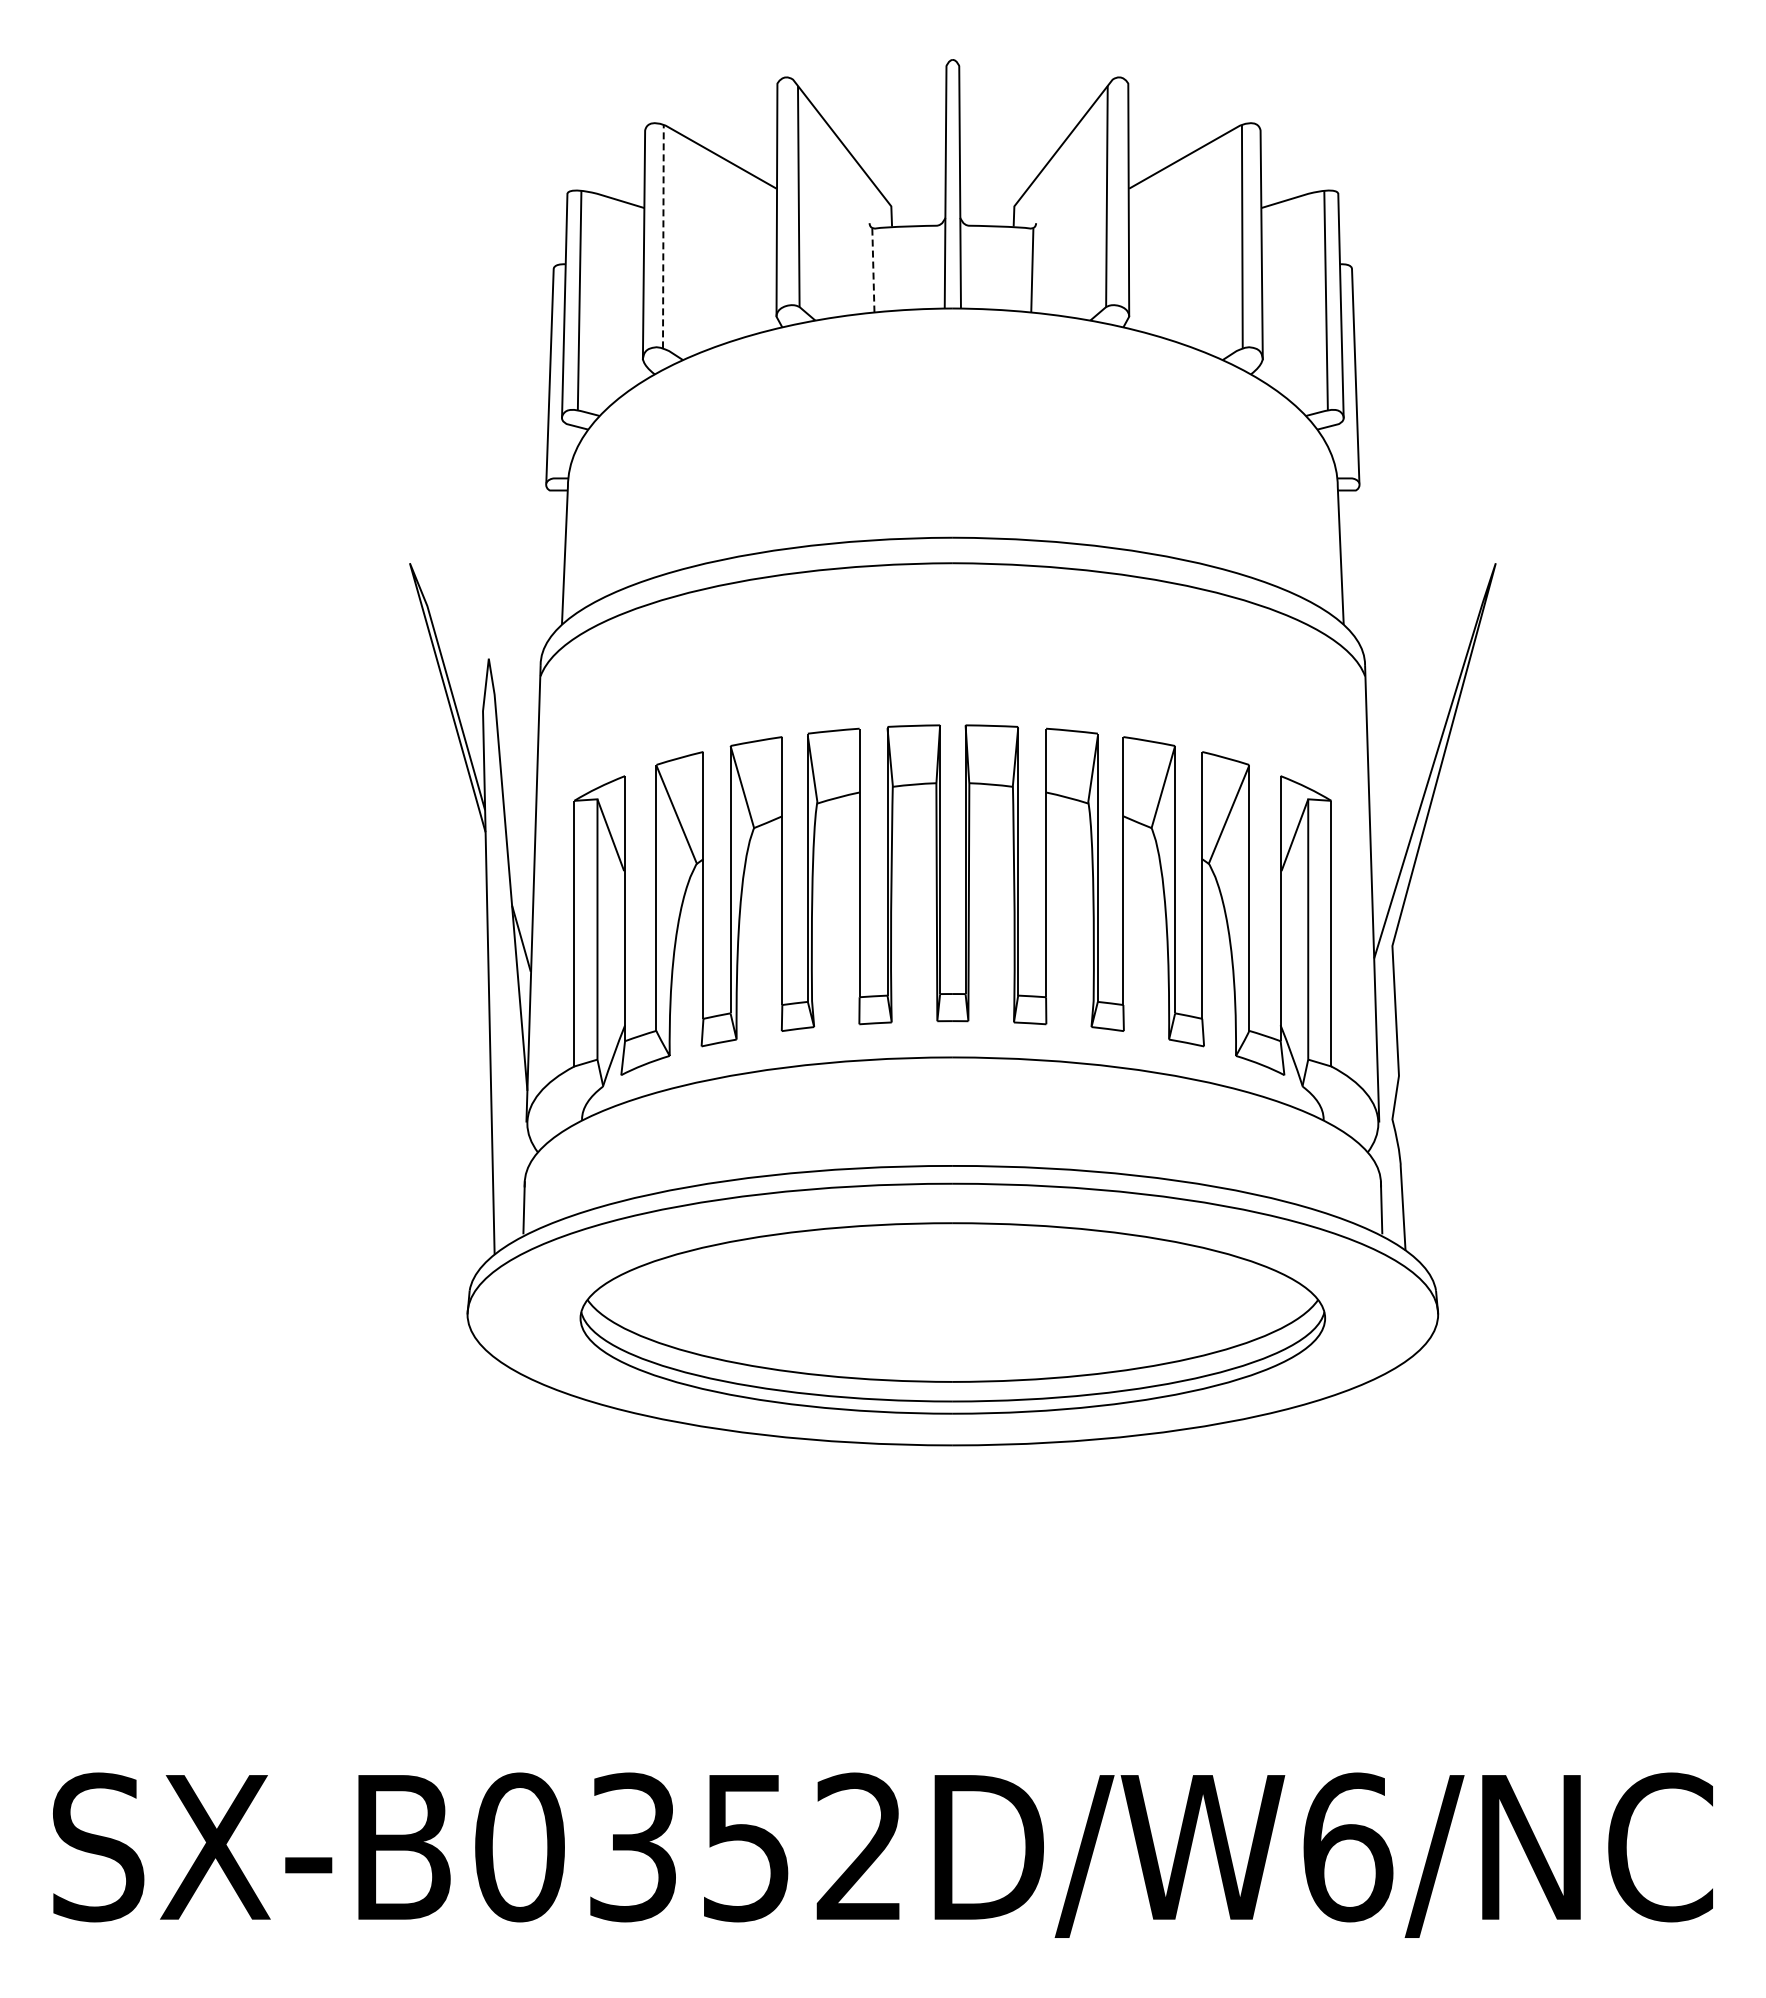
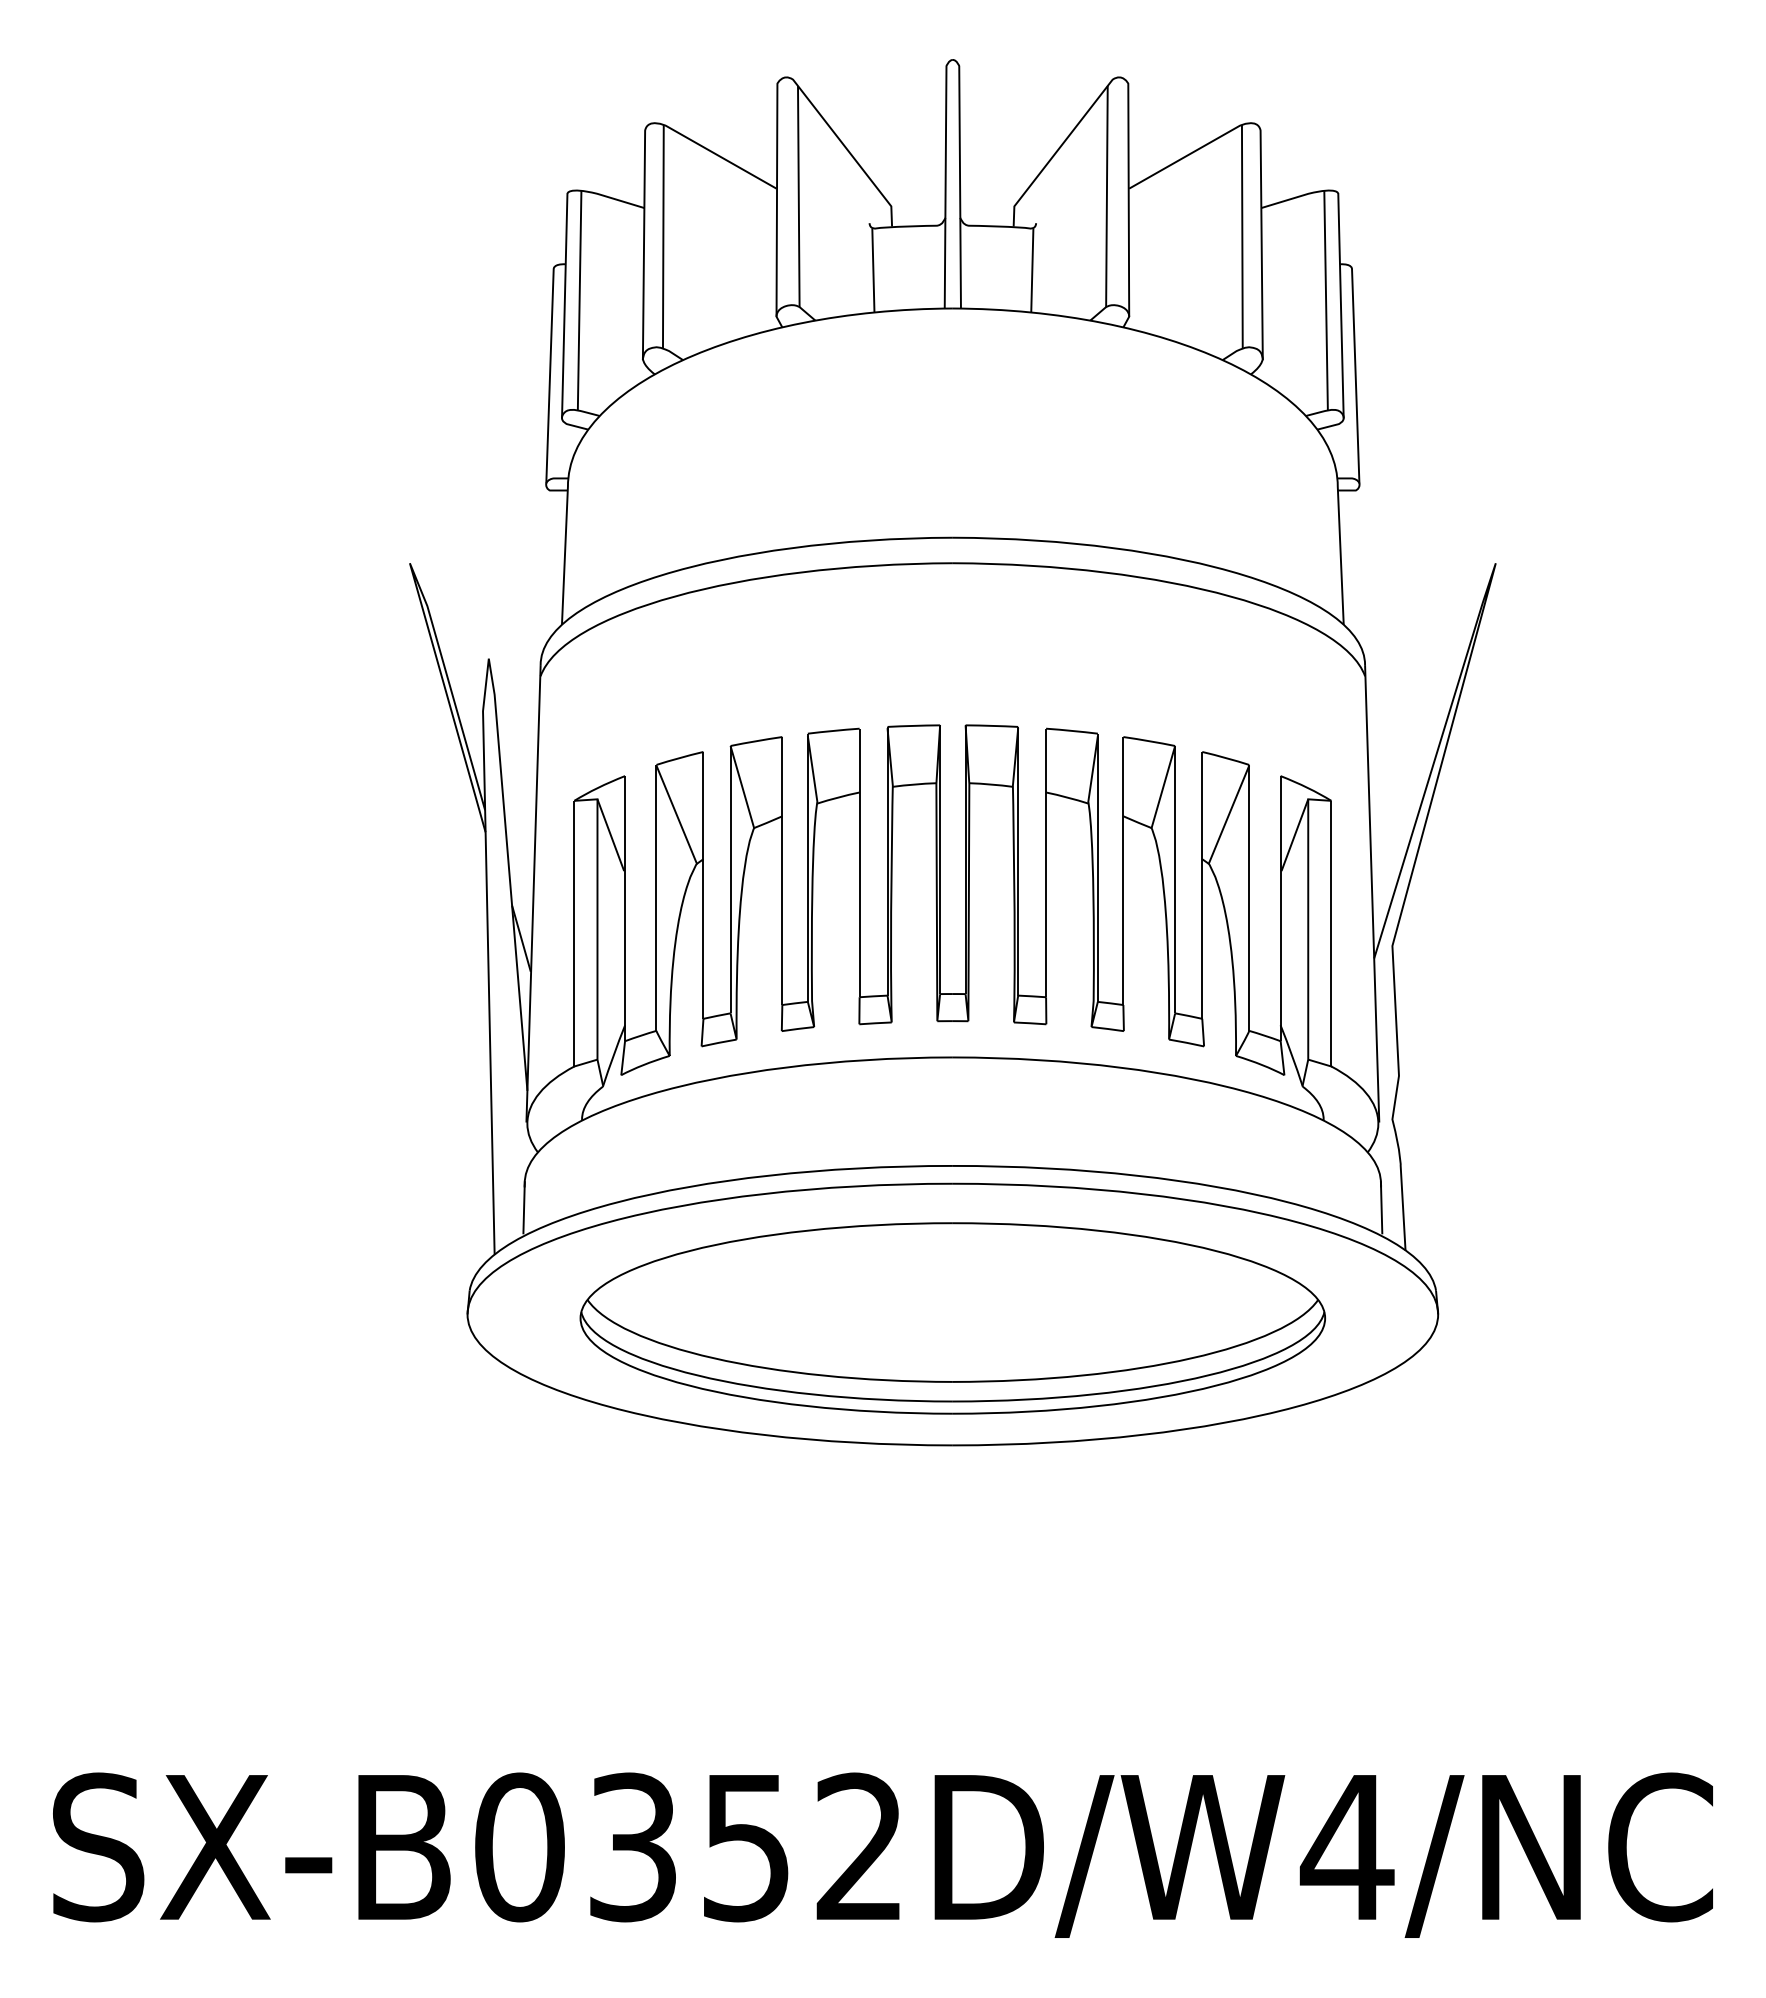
line at (663, 236): dashed -> solid
line at (873, 270): dashed -> solid
text at (1346, 1847): SX-B0352D/W6/NC -> SX-B0352D/W4/NC
